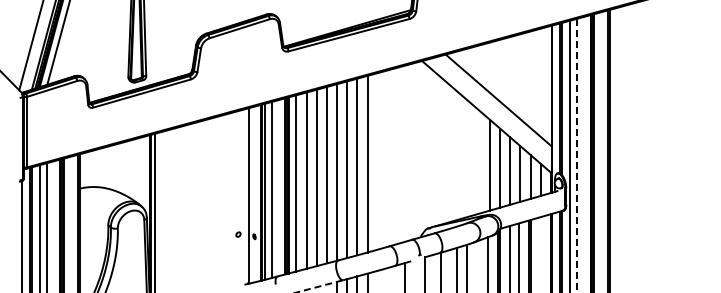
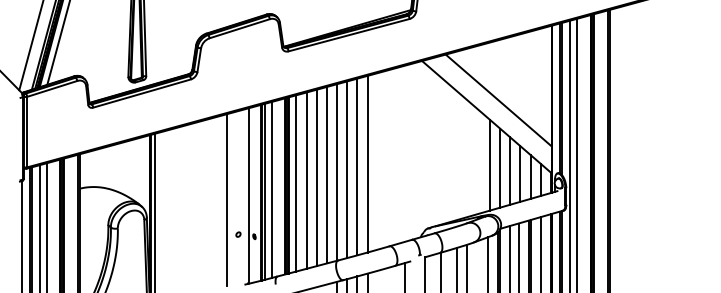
line at (576, 155): dashed -> solid
line at (227, 200): none -> present
line at (540, 253): none -> present
line at (319, 286): dashed -> solid
